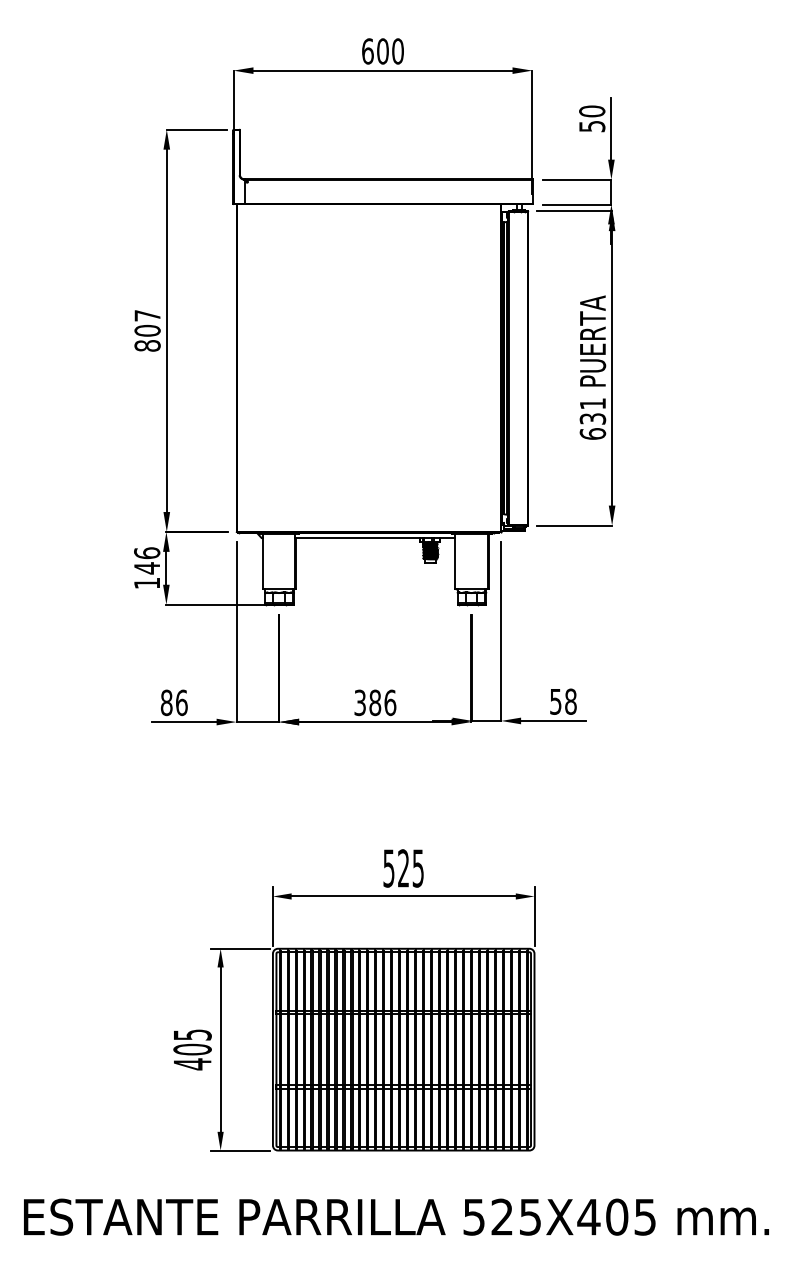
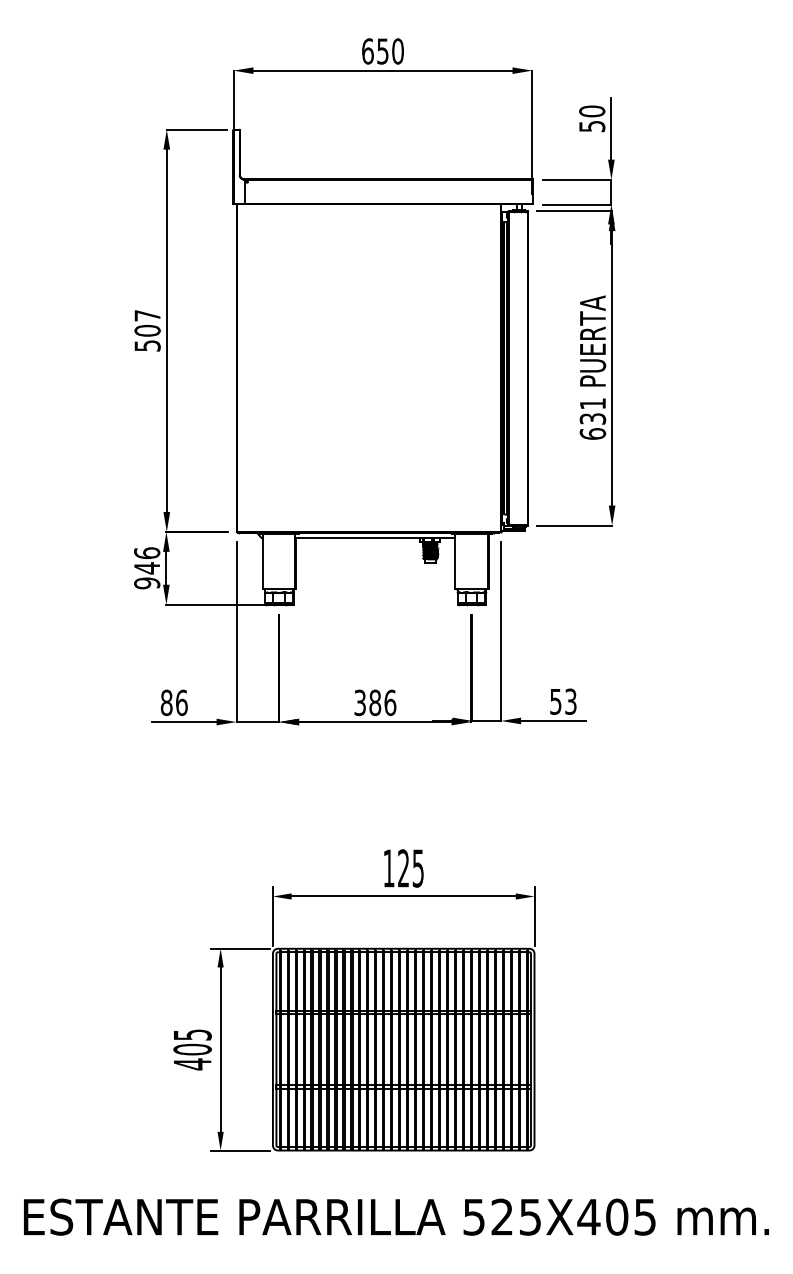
text at (382, 51): 600 -> 650
text at (147, 345): 807 -> 507
text at (147, 583): 146 -> 946
text at (570, 701): 58 -> 53
text at (388, 868): 525 -> 125
